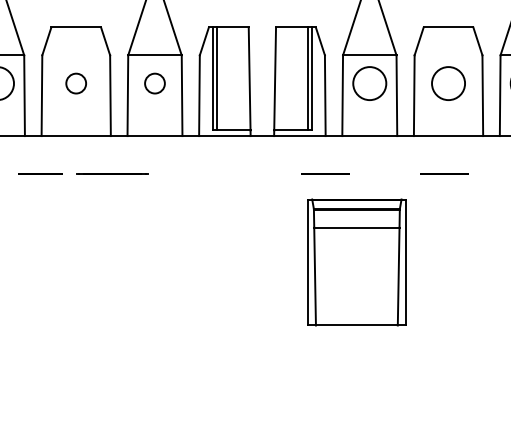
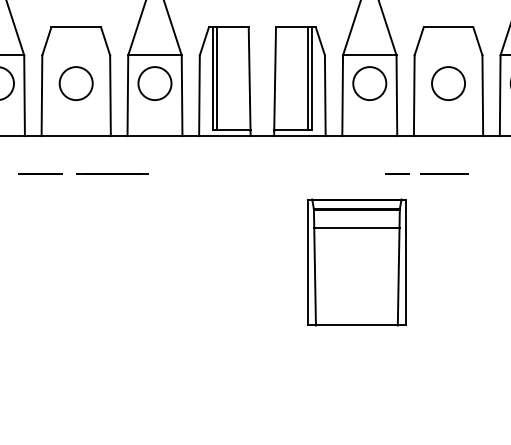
circle at (76, 83) diameter: 20 px -> 33 px
circle at (154, 83) diameter: 20 px -> 33 px
line at (325, 173): present -> none
line at (397, 173): none -> present
